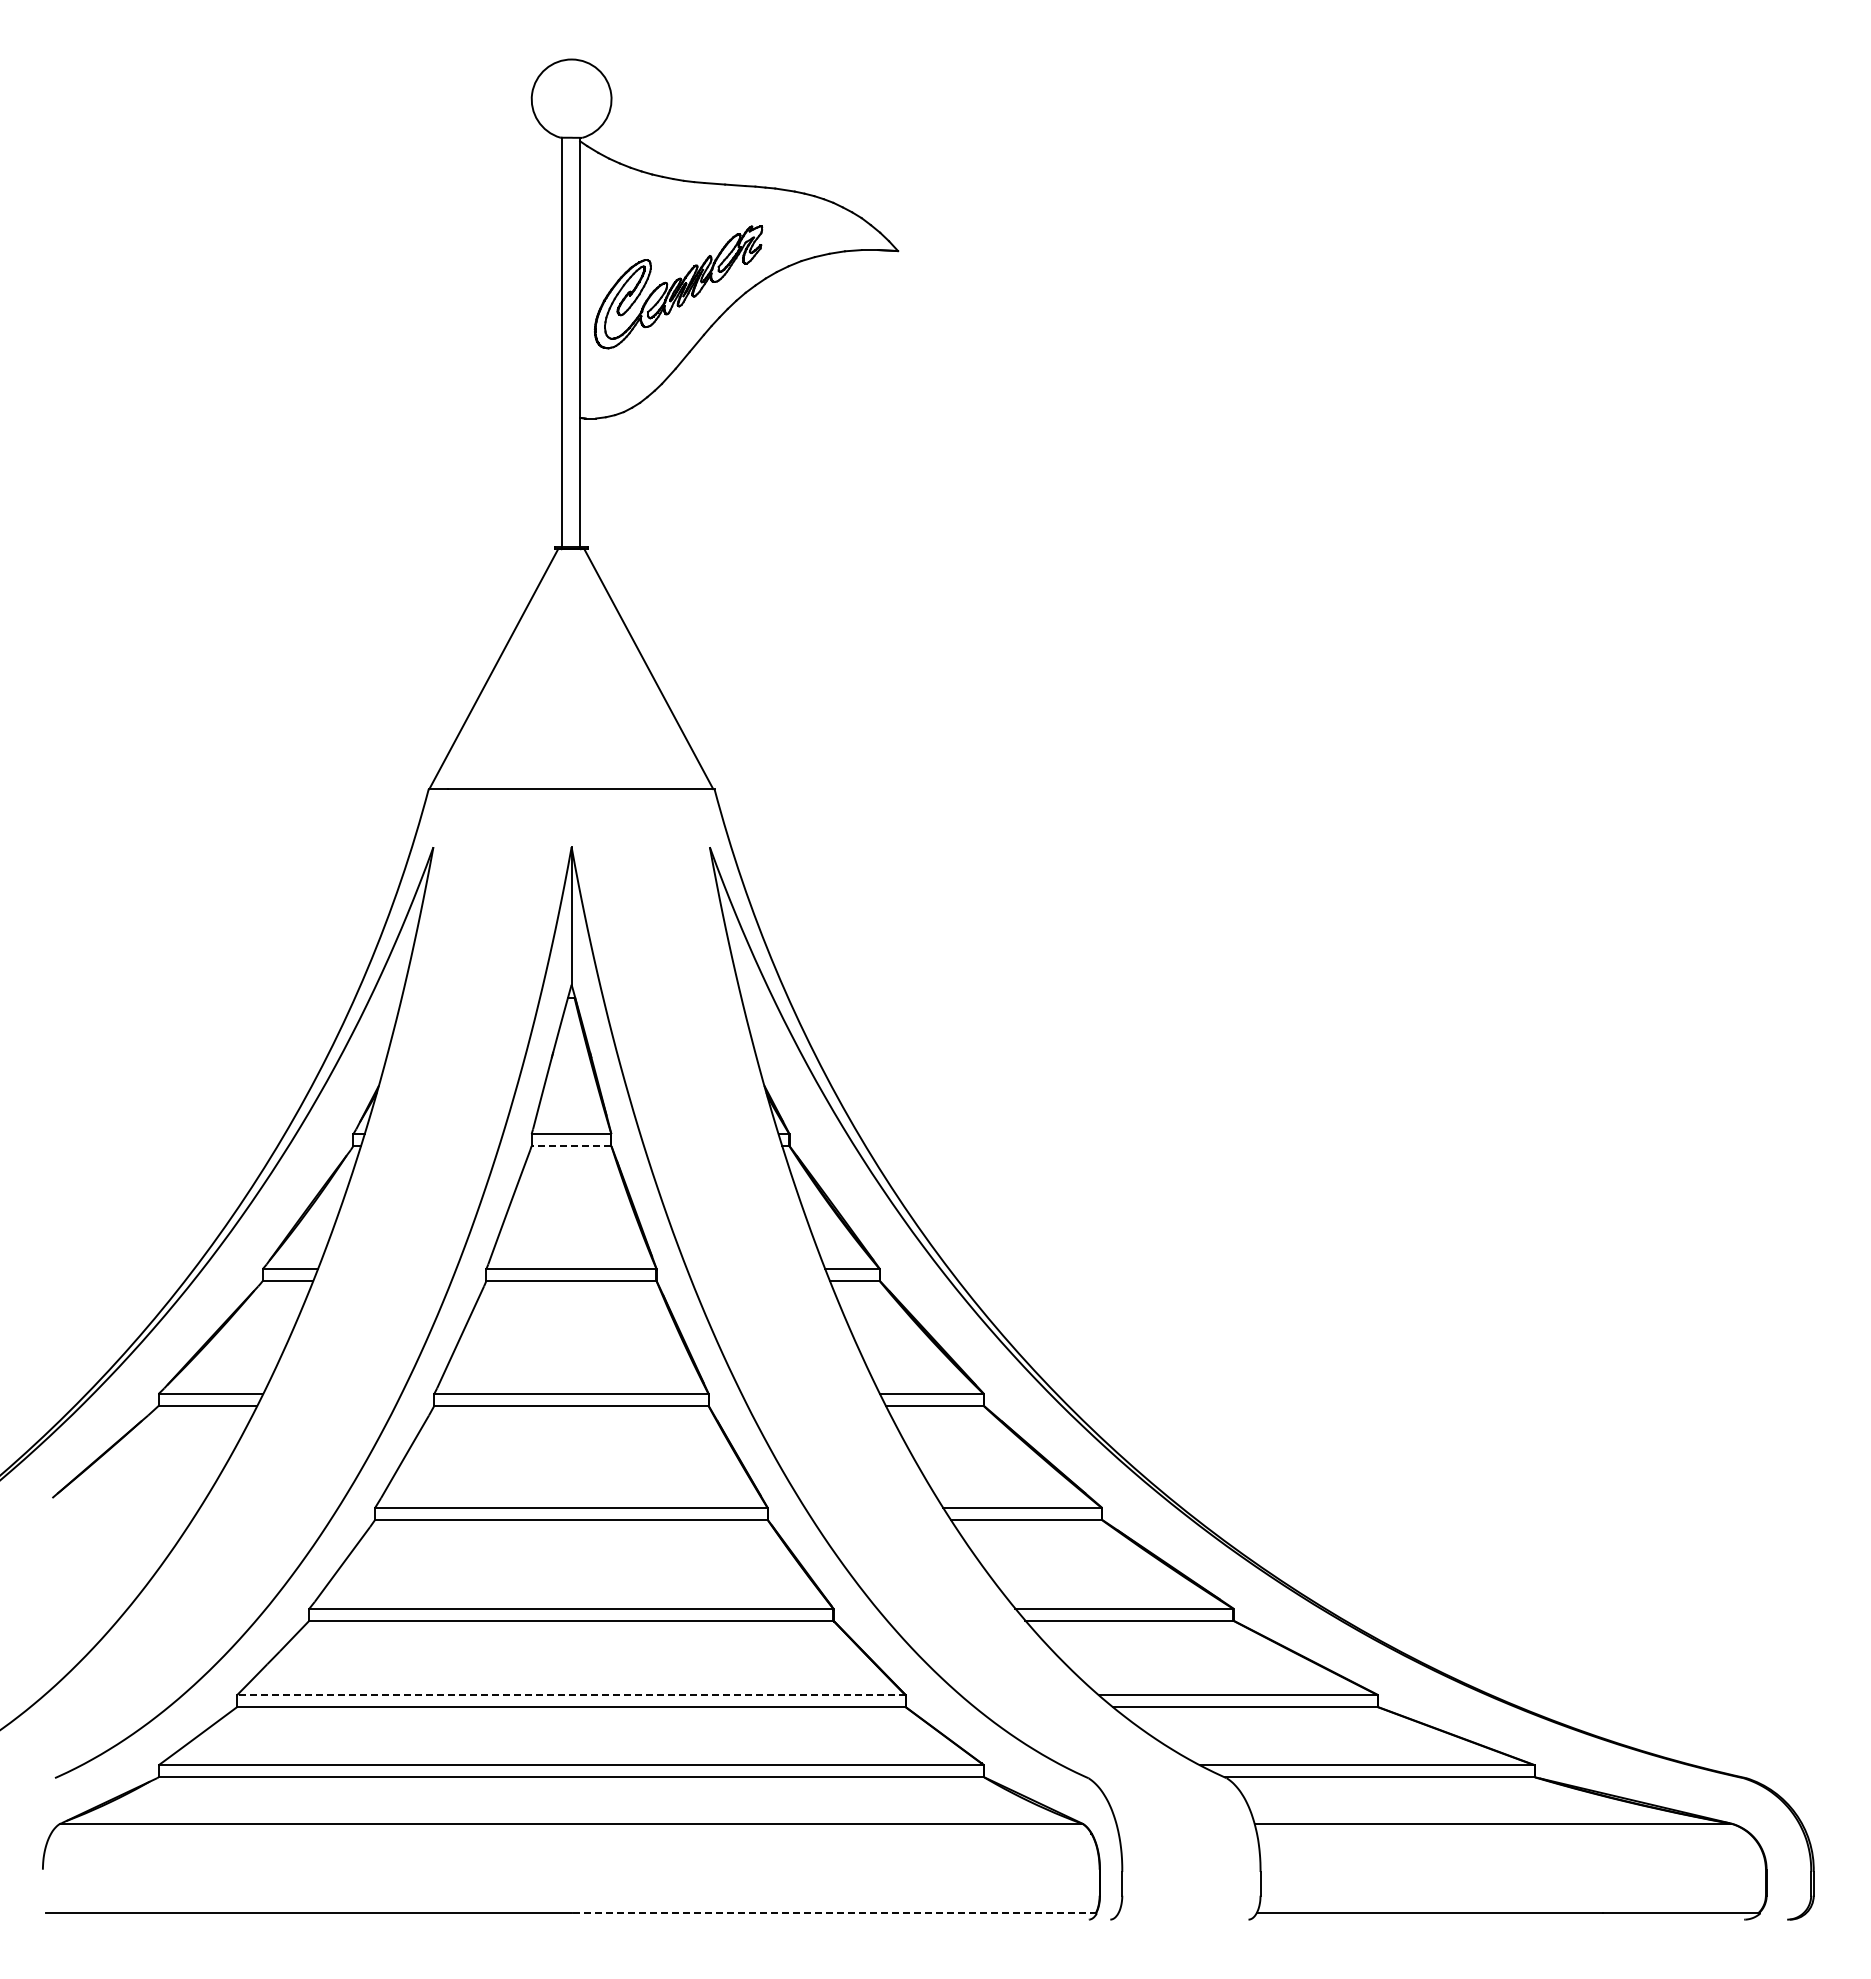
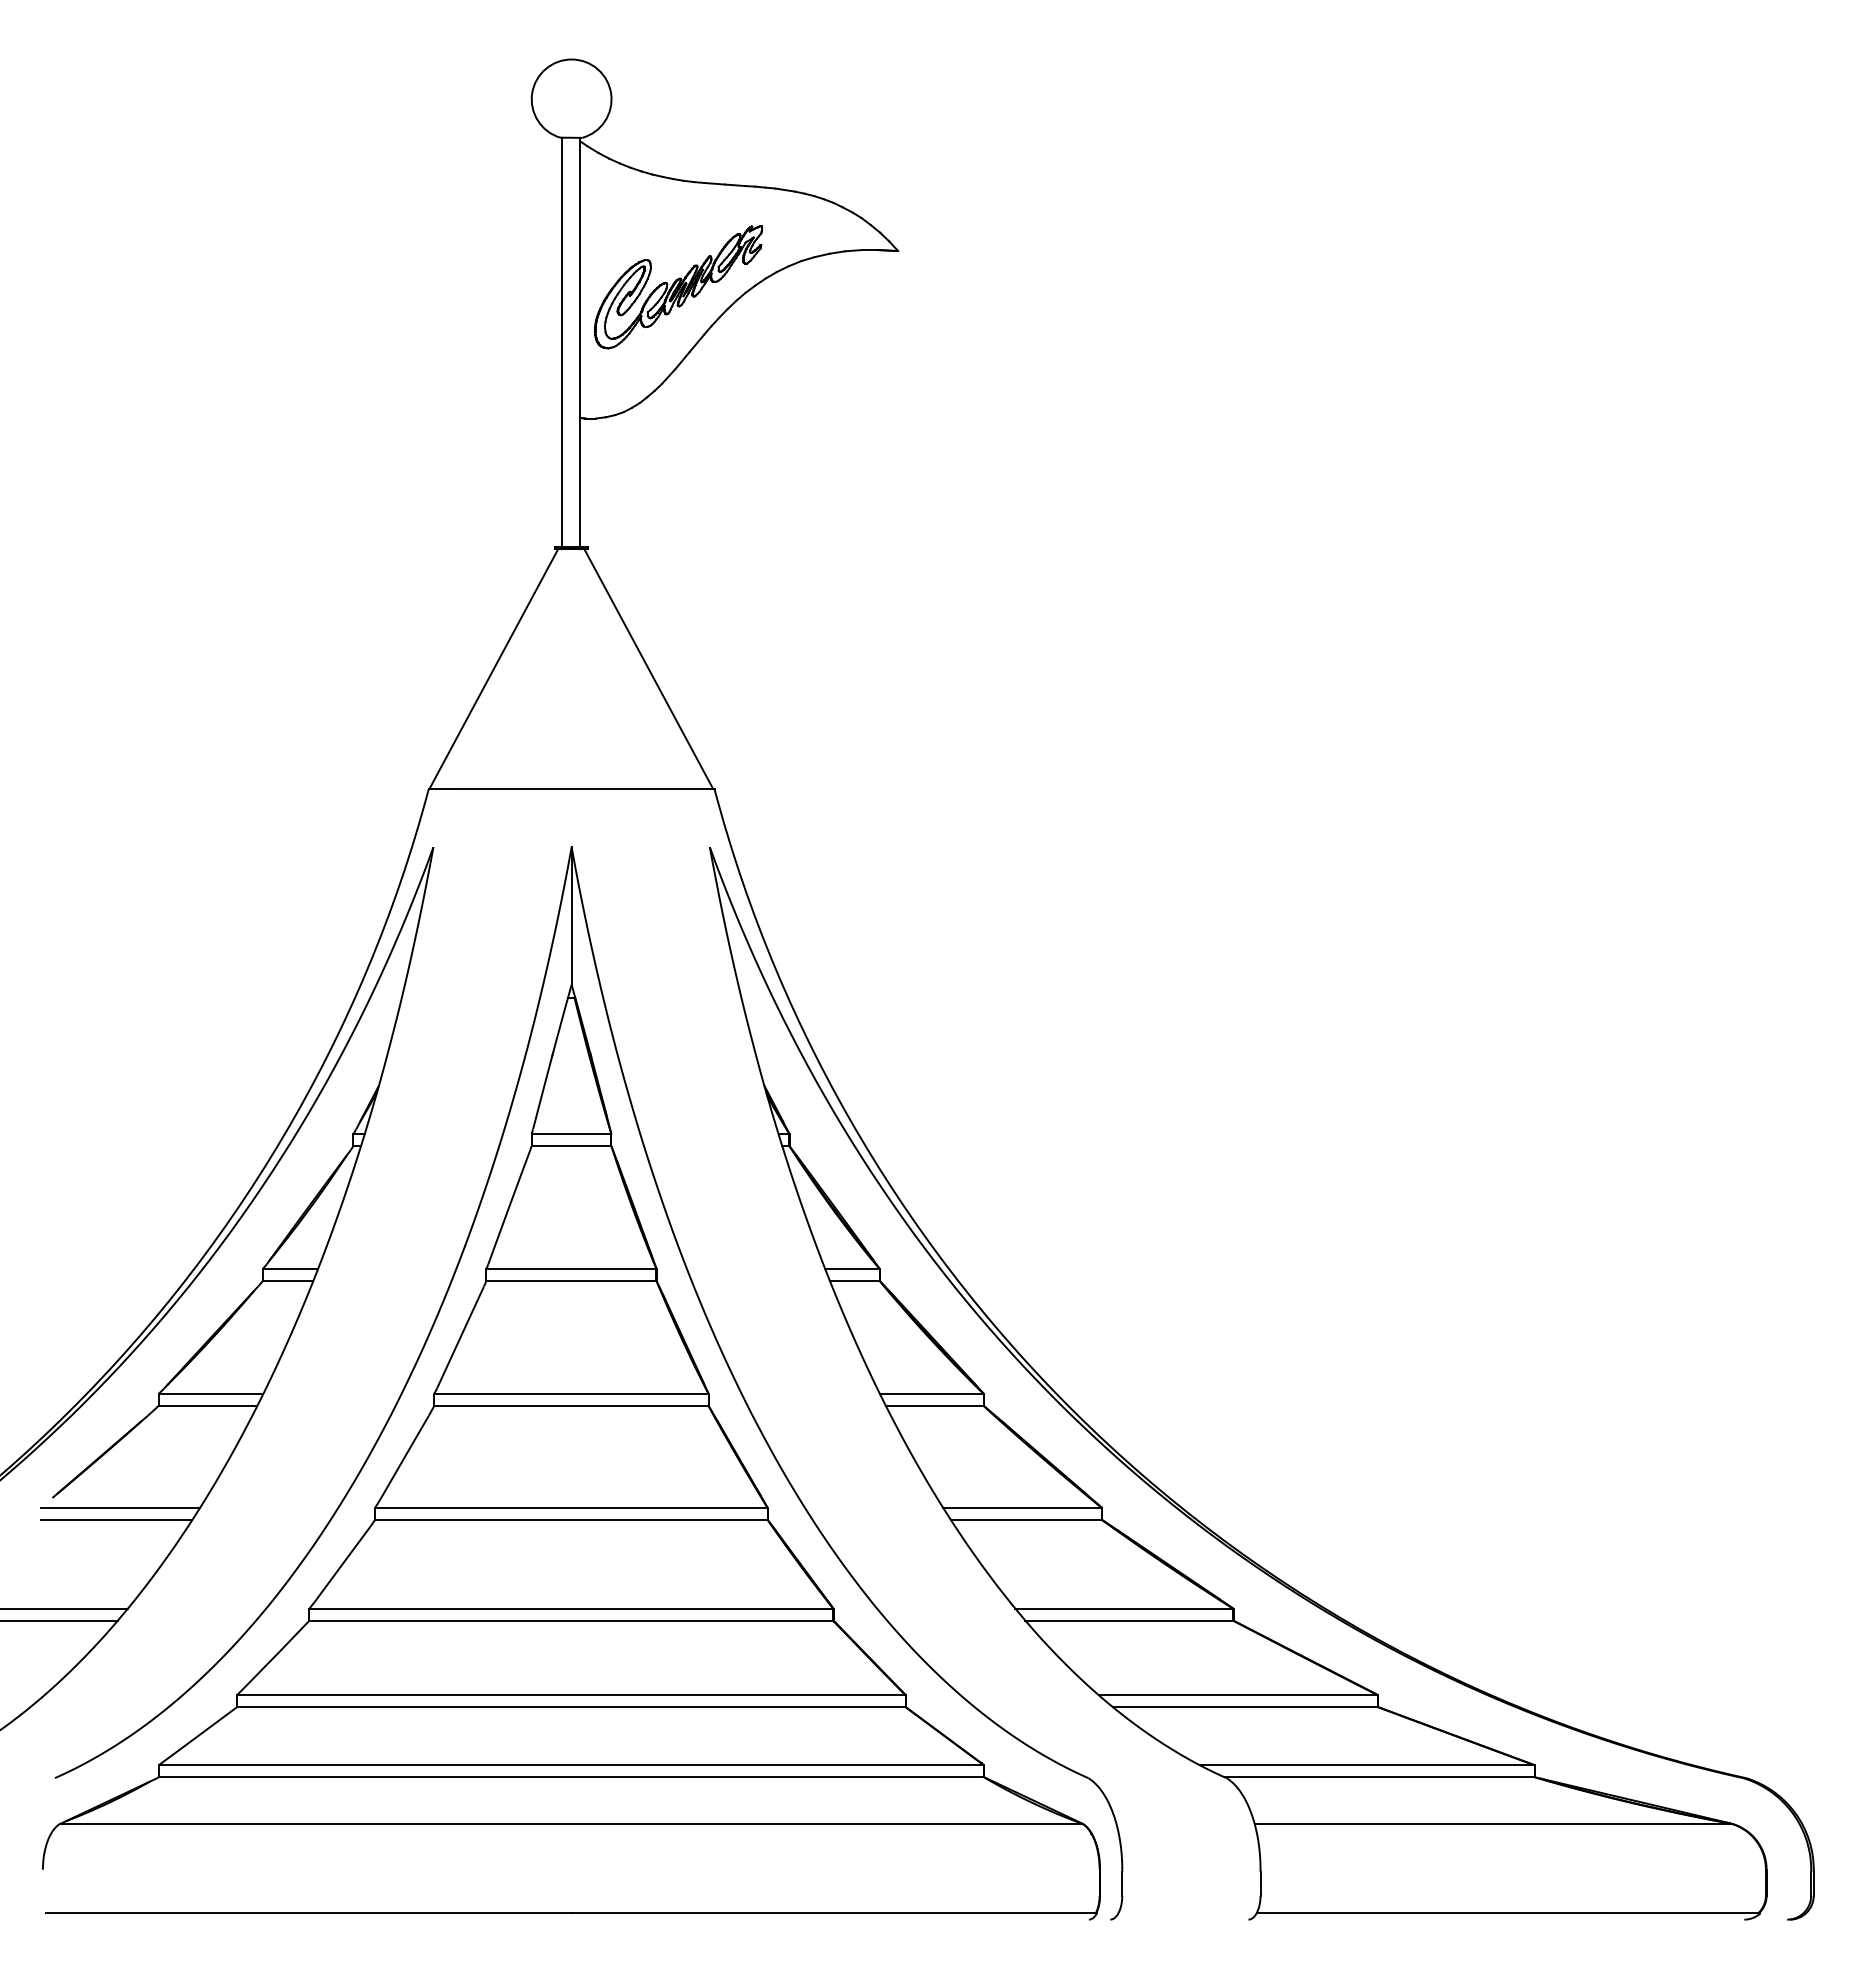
line at (571, 1146): dashed -> solid
line at (120, 1507): none -> present
line at (116, 1519): none -> present
line at (64, 1608): none -> present
line at (59, 1620): none -> present
line at (570, 1695): dashed -> solid
line at (834, 1913): dashed -> solid
